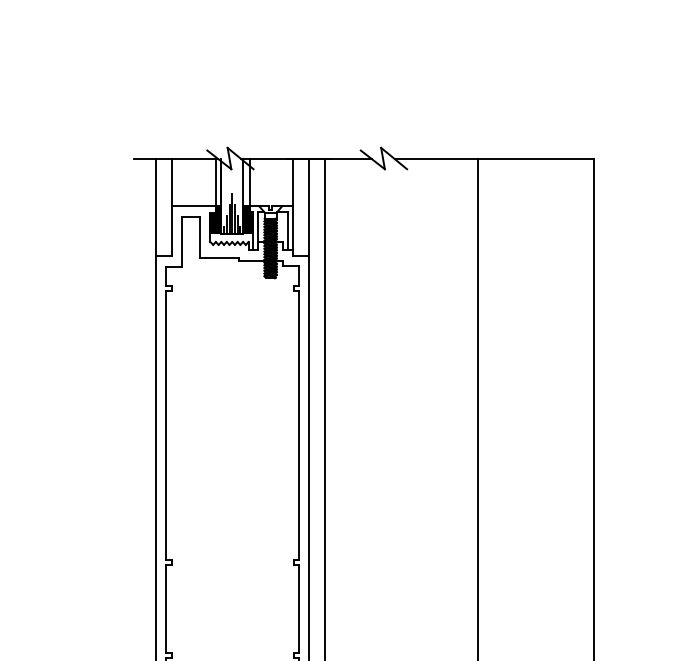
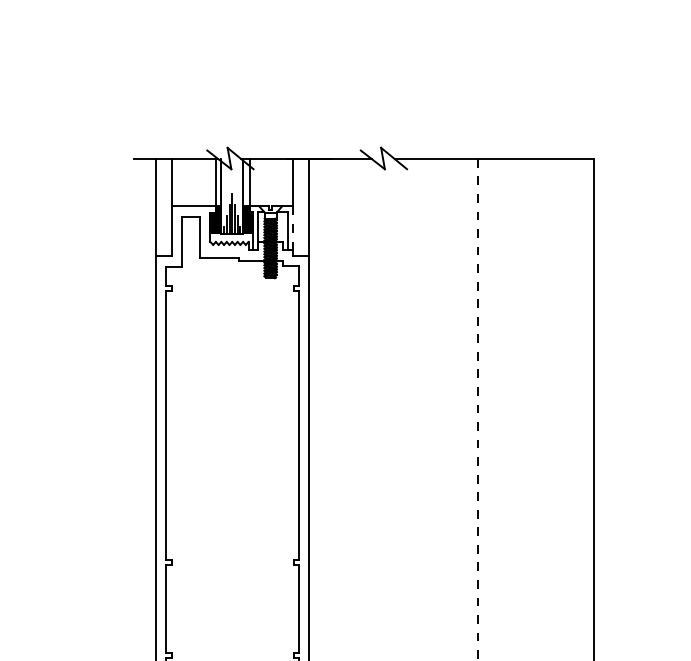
line at (293, 228): solid -> dashed
line at (324, 407): present -> none
line at (478, 409): solid -> dashed
